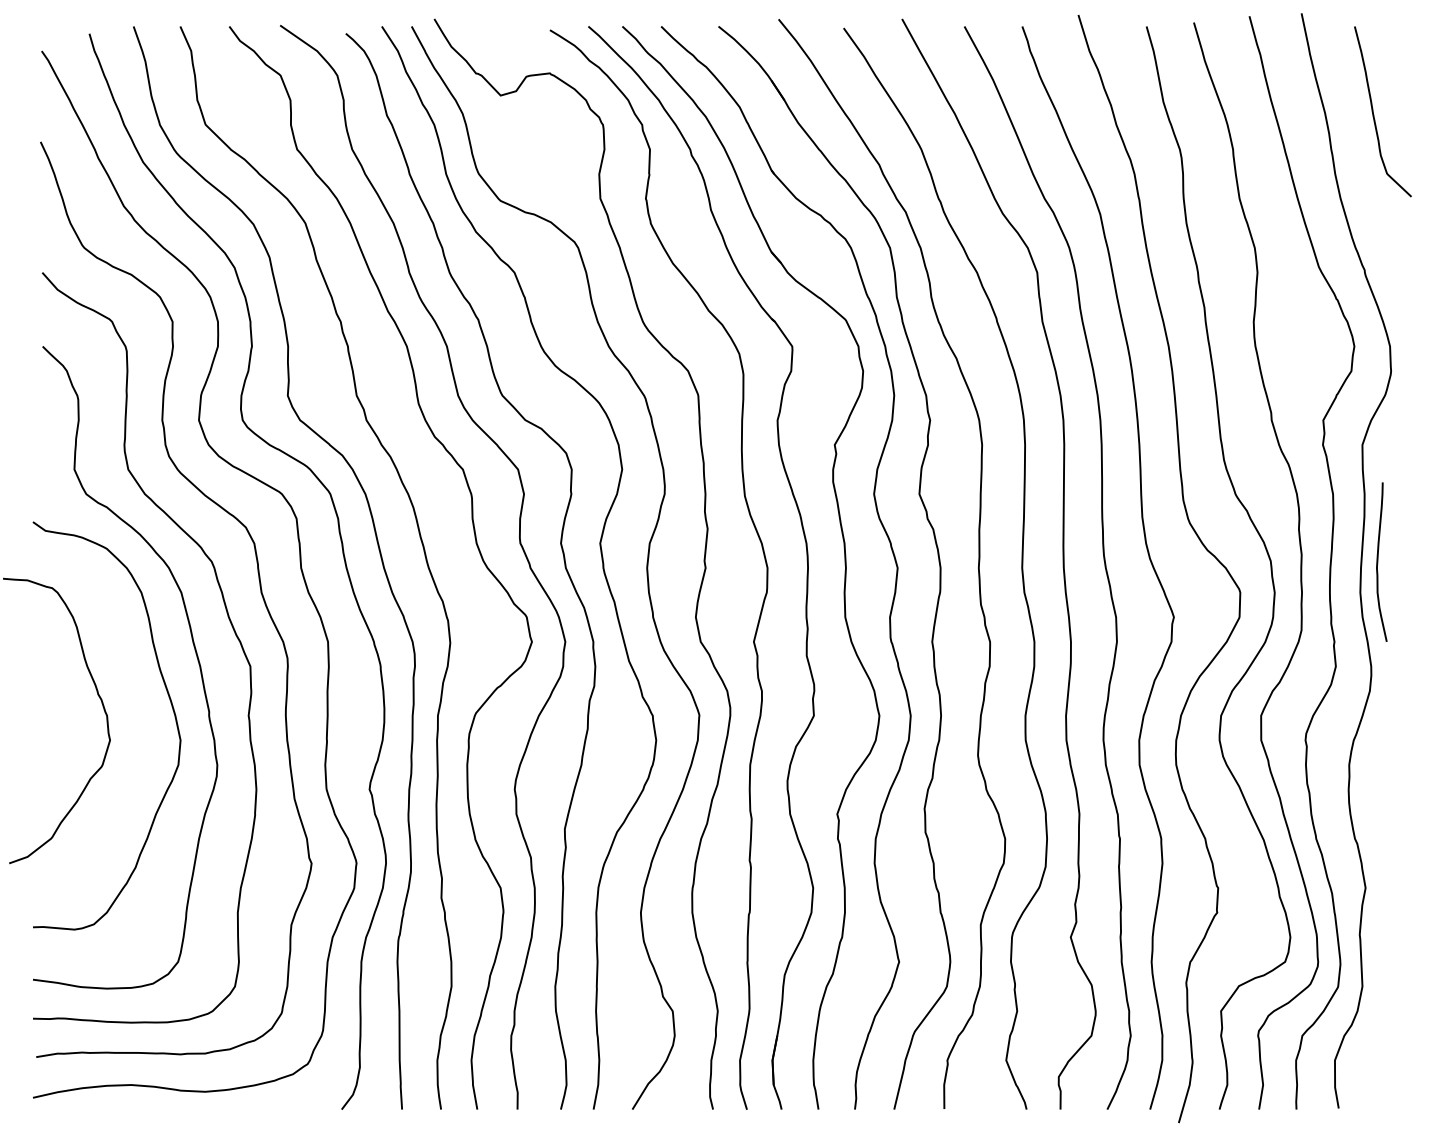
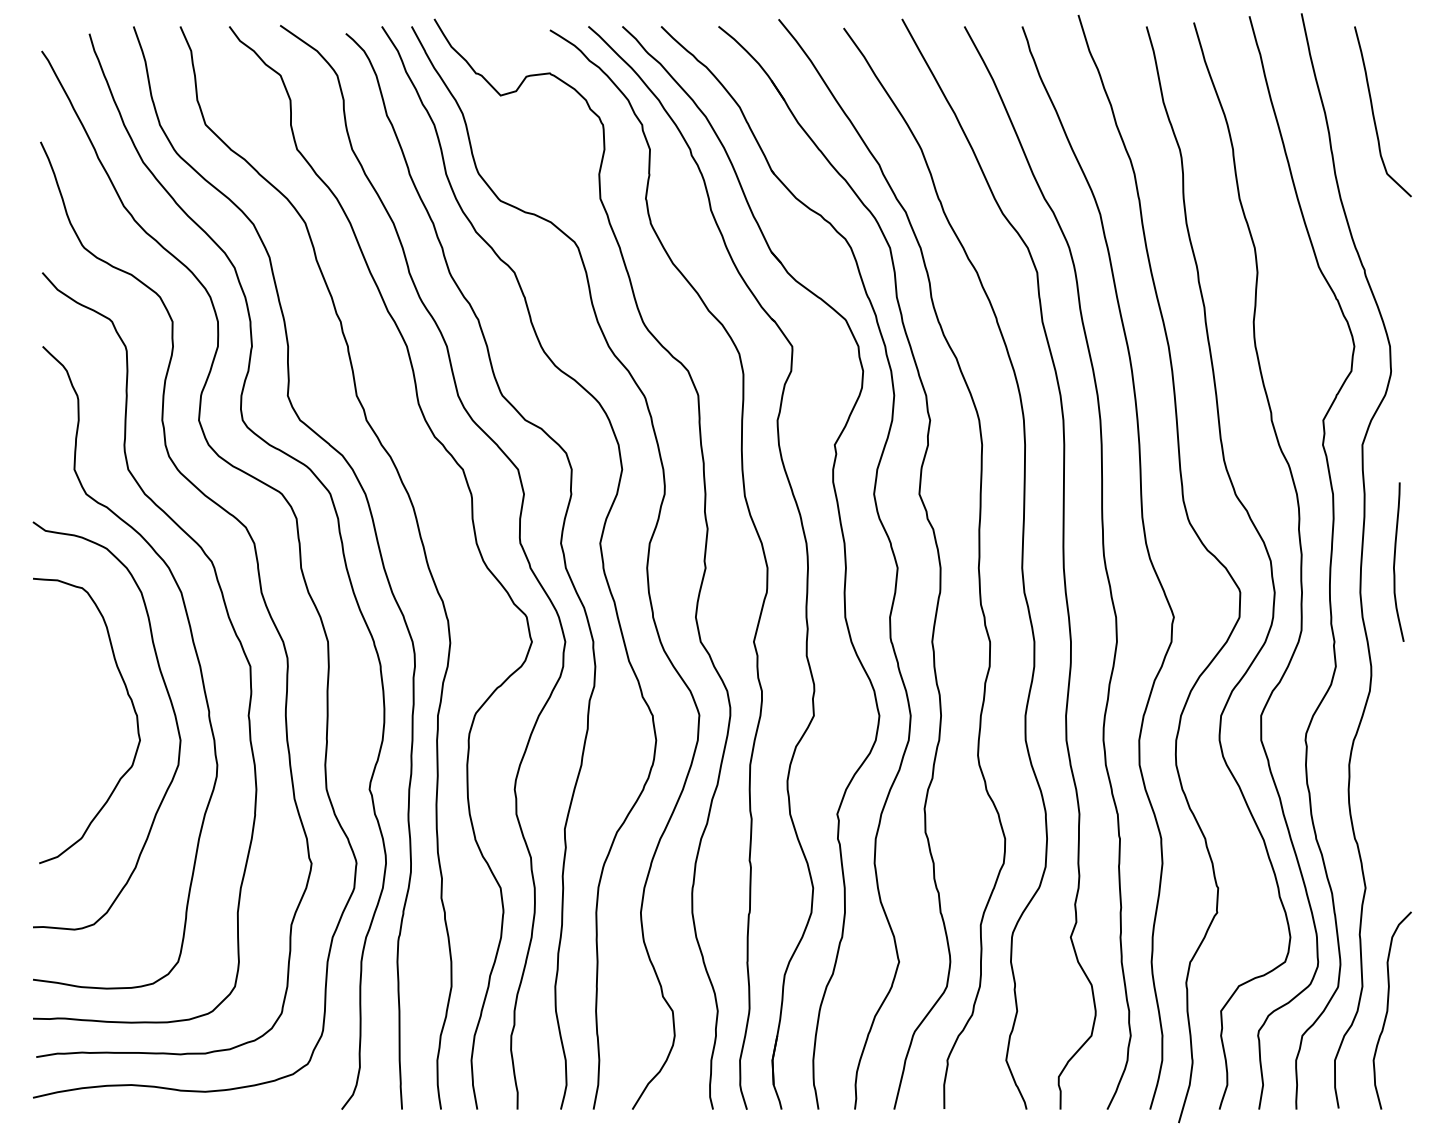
curve at (1378, 561) position: (1378, 561) -> (1395, 561)
curve at (97, 695) position: (97, 695) -> (127, 695)
curve at (1388, 1010): none -> present
